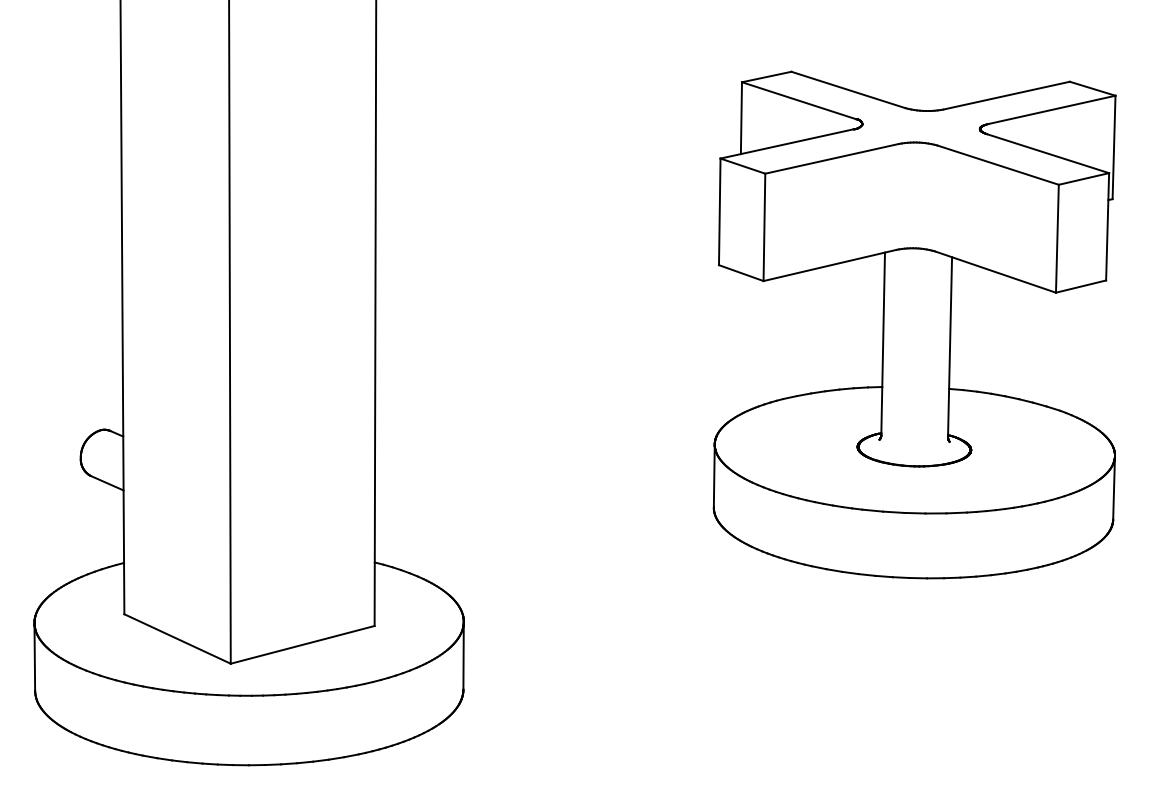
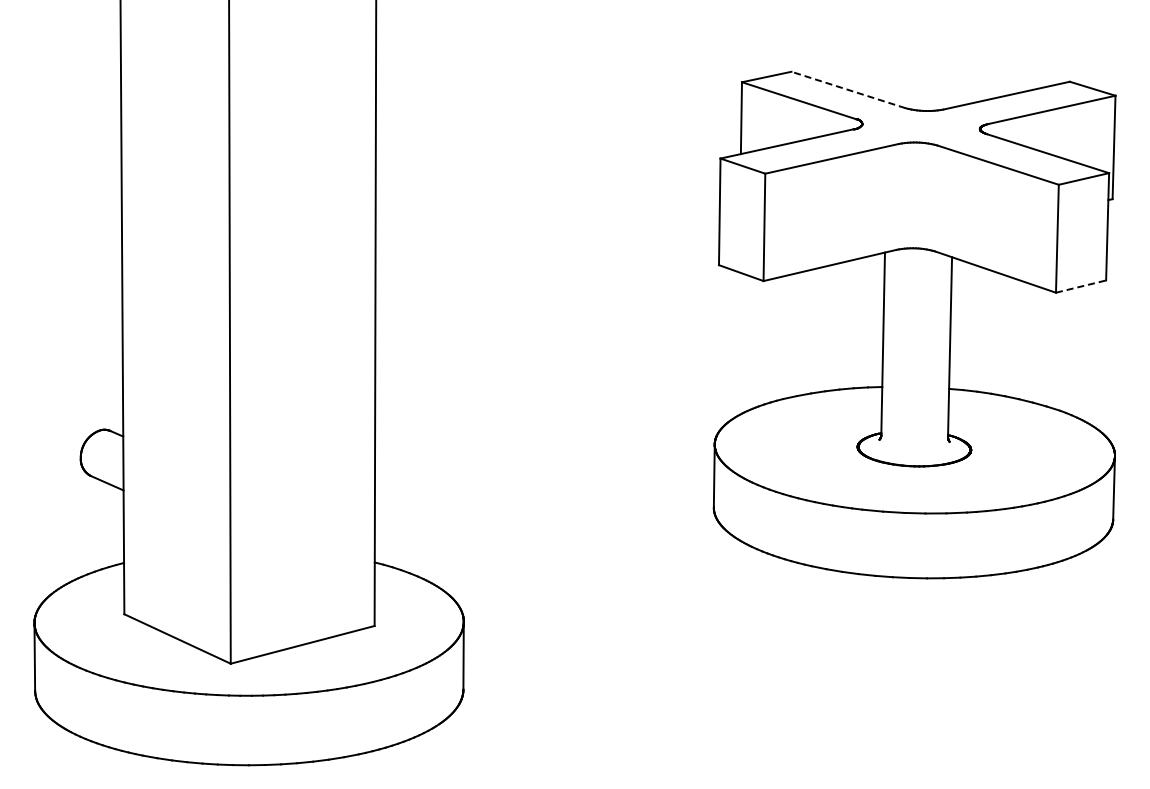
line at (848, 90): solid -> dashed
line at (1081, 286): solid -> dashed
